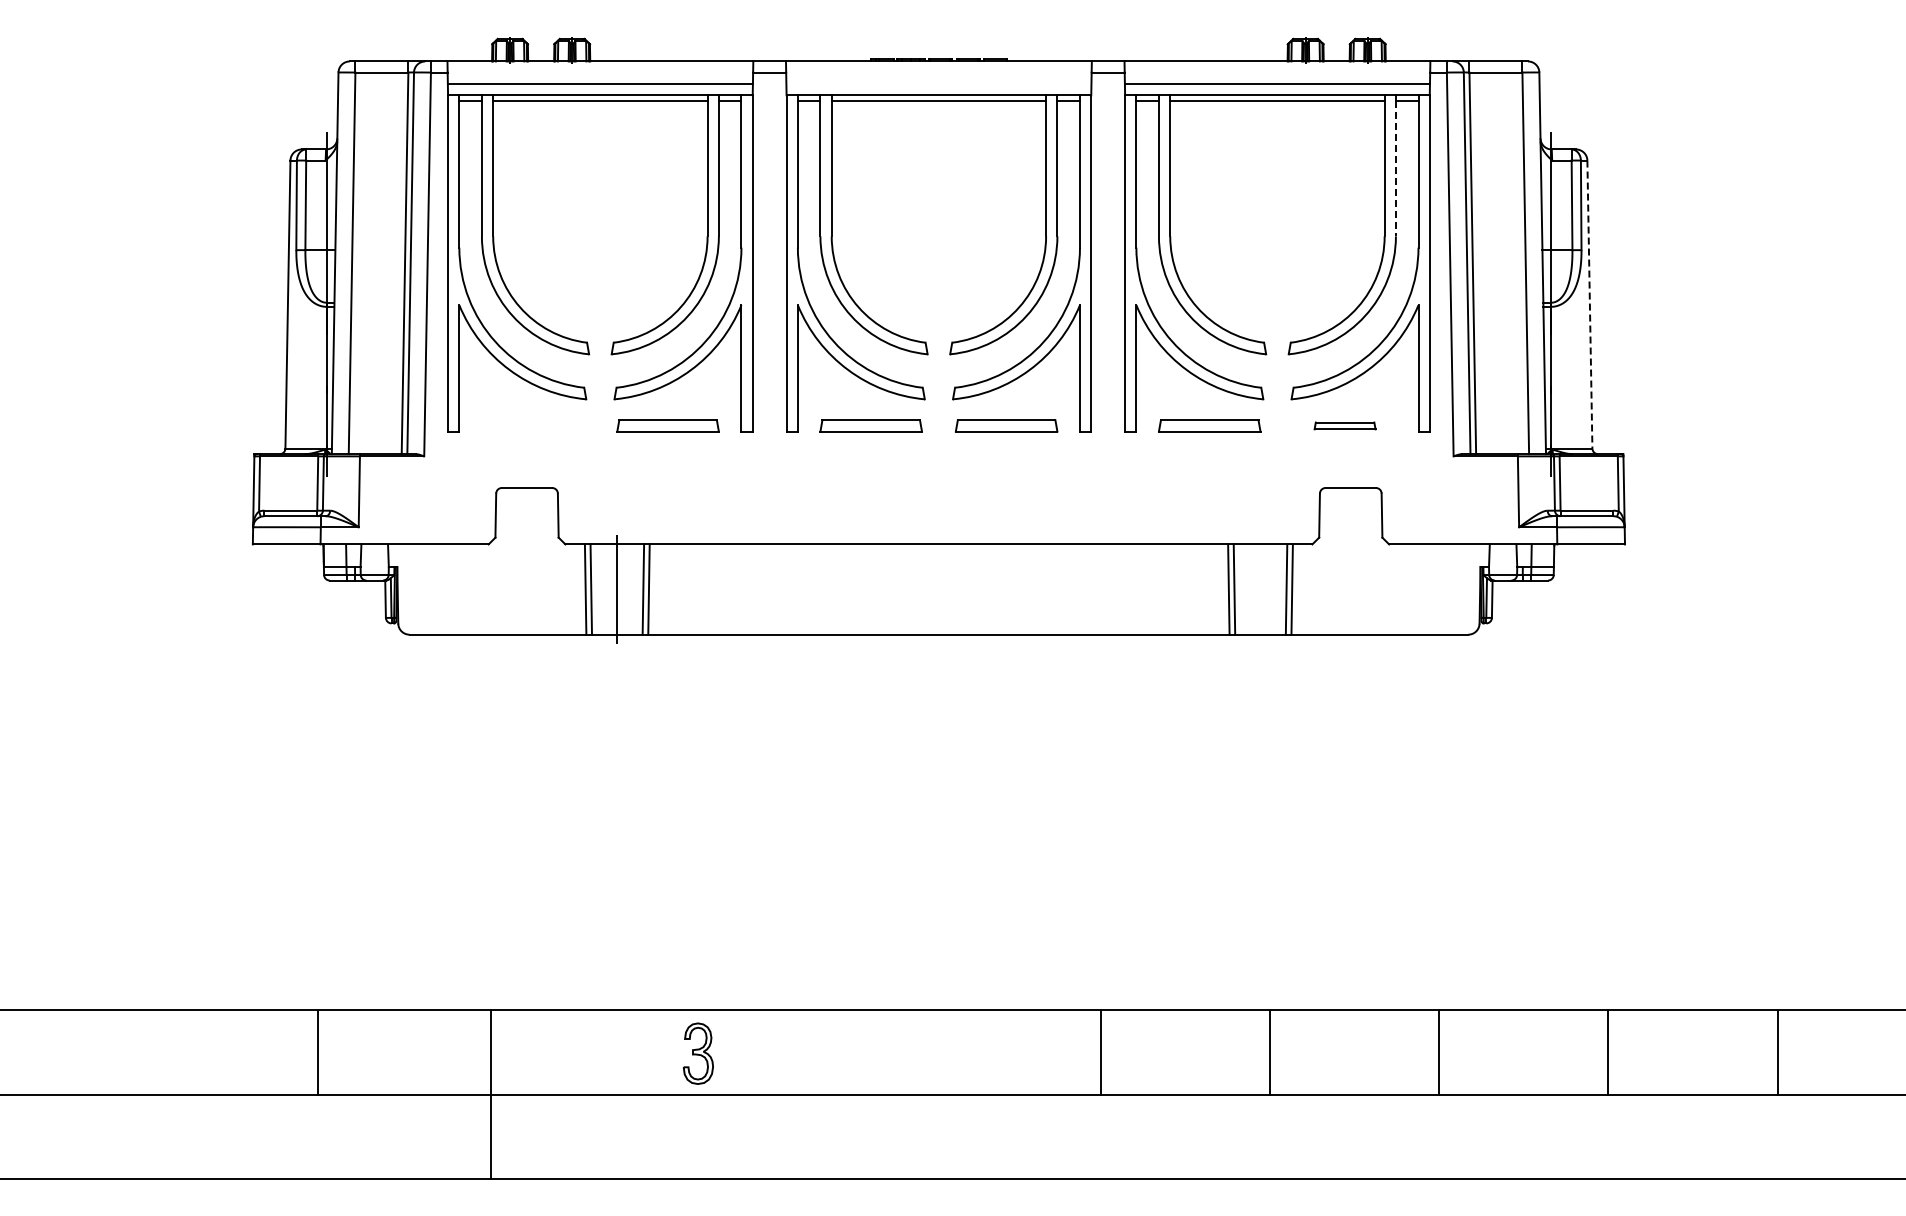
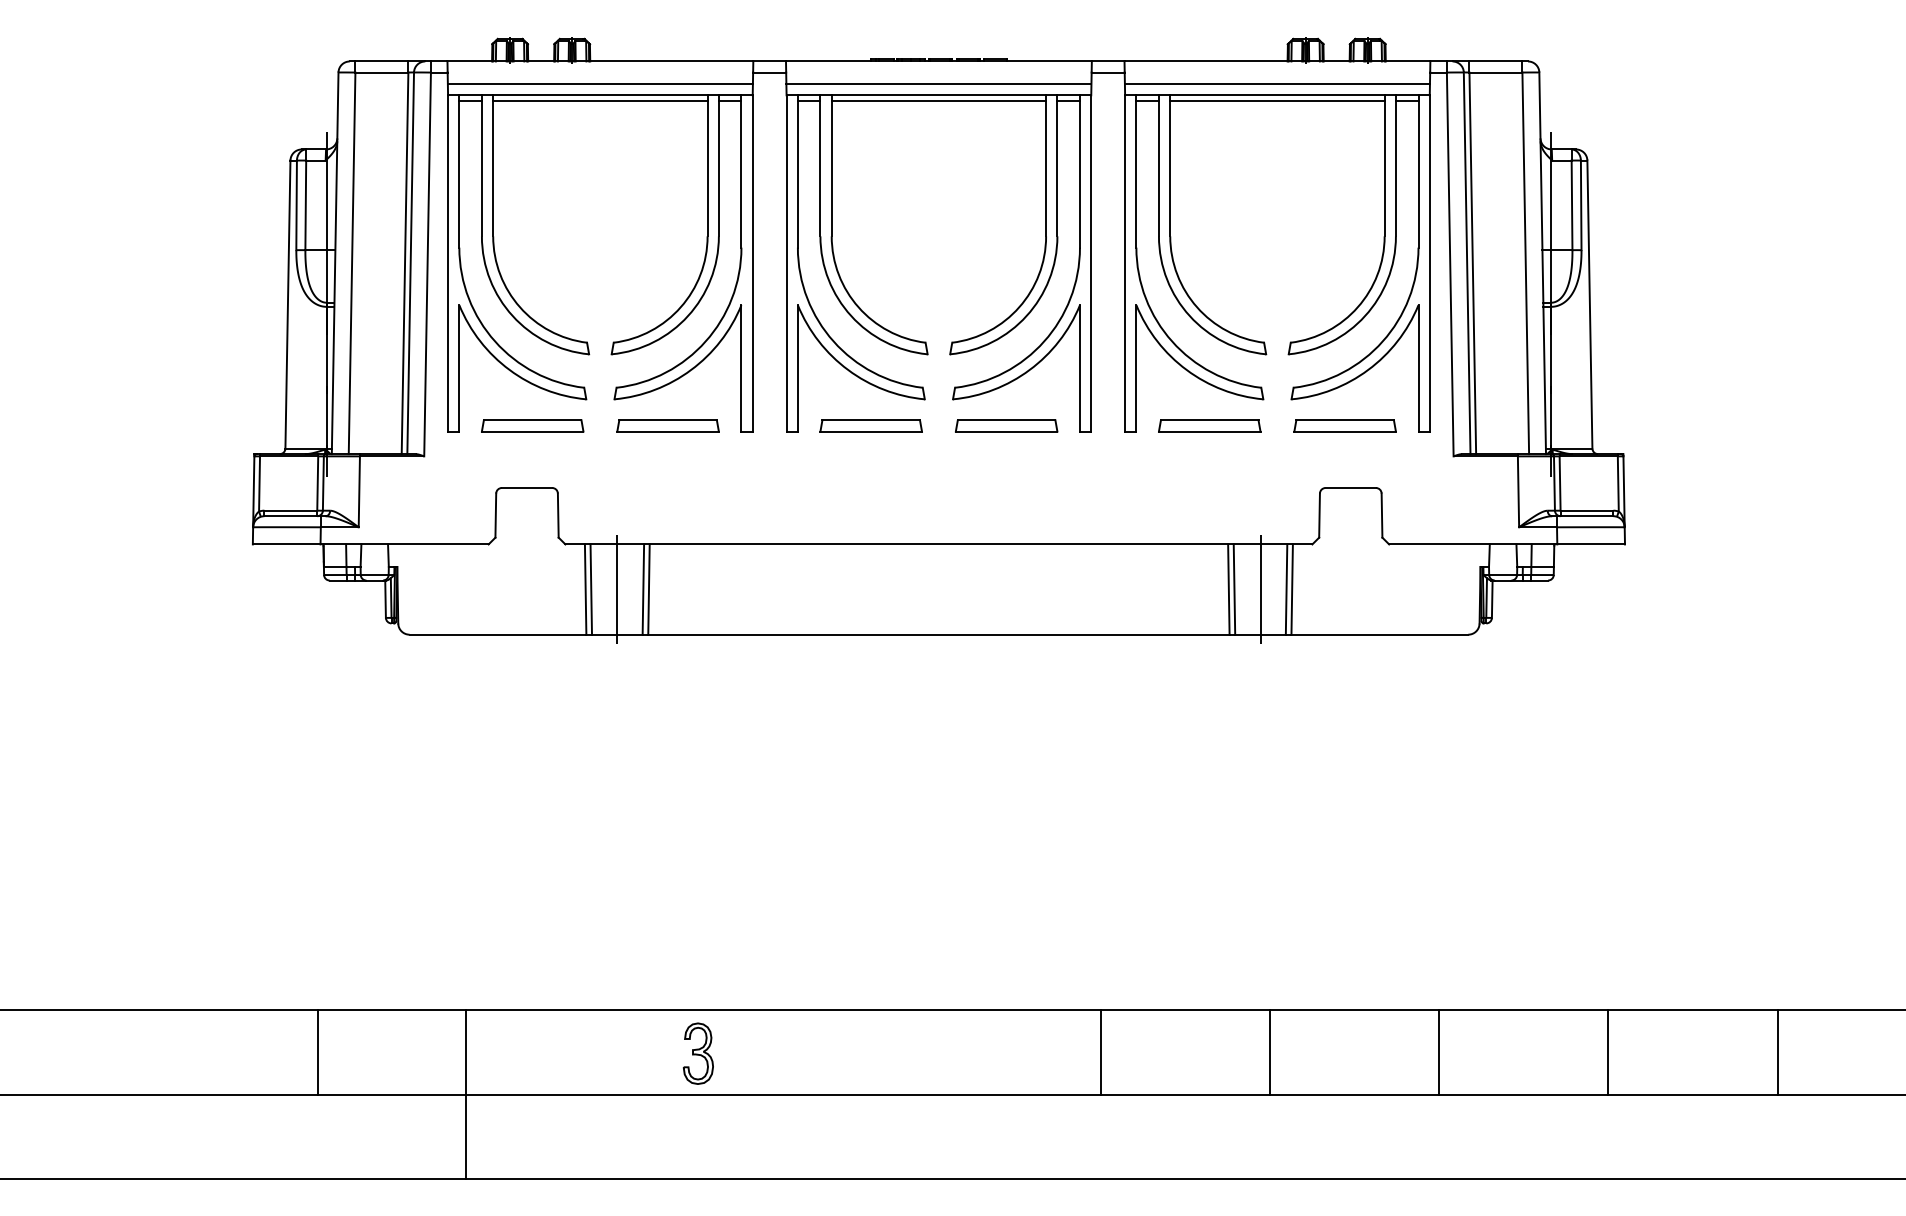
line at (938, 83): none -> present
line at (1395, 168): dashed -> solid
line at (1589, 305): dashed -> solid
part at (532, 425): none -> present
part at (1344, 425) size: 64x10 px -> 104x14 px
line at (1260, 589): none -> present
line at (490, 1094) position: (490, 1094) -> (465, 1094)
